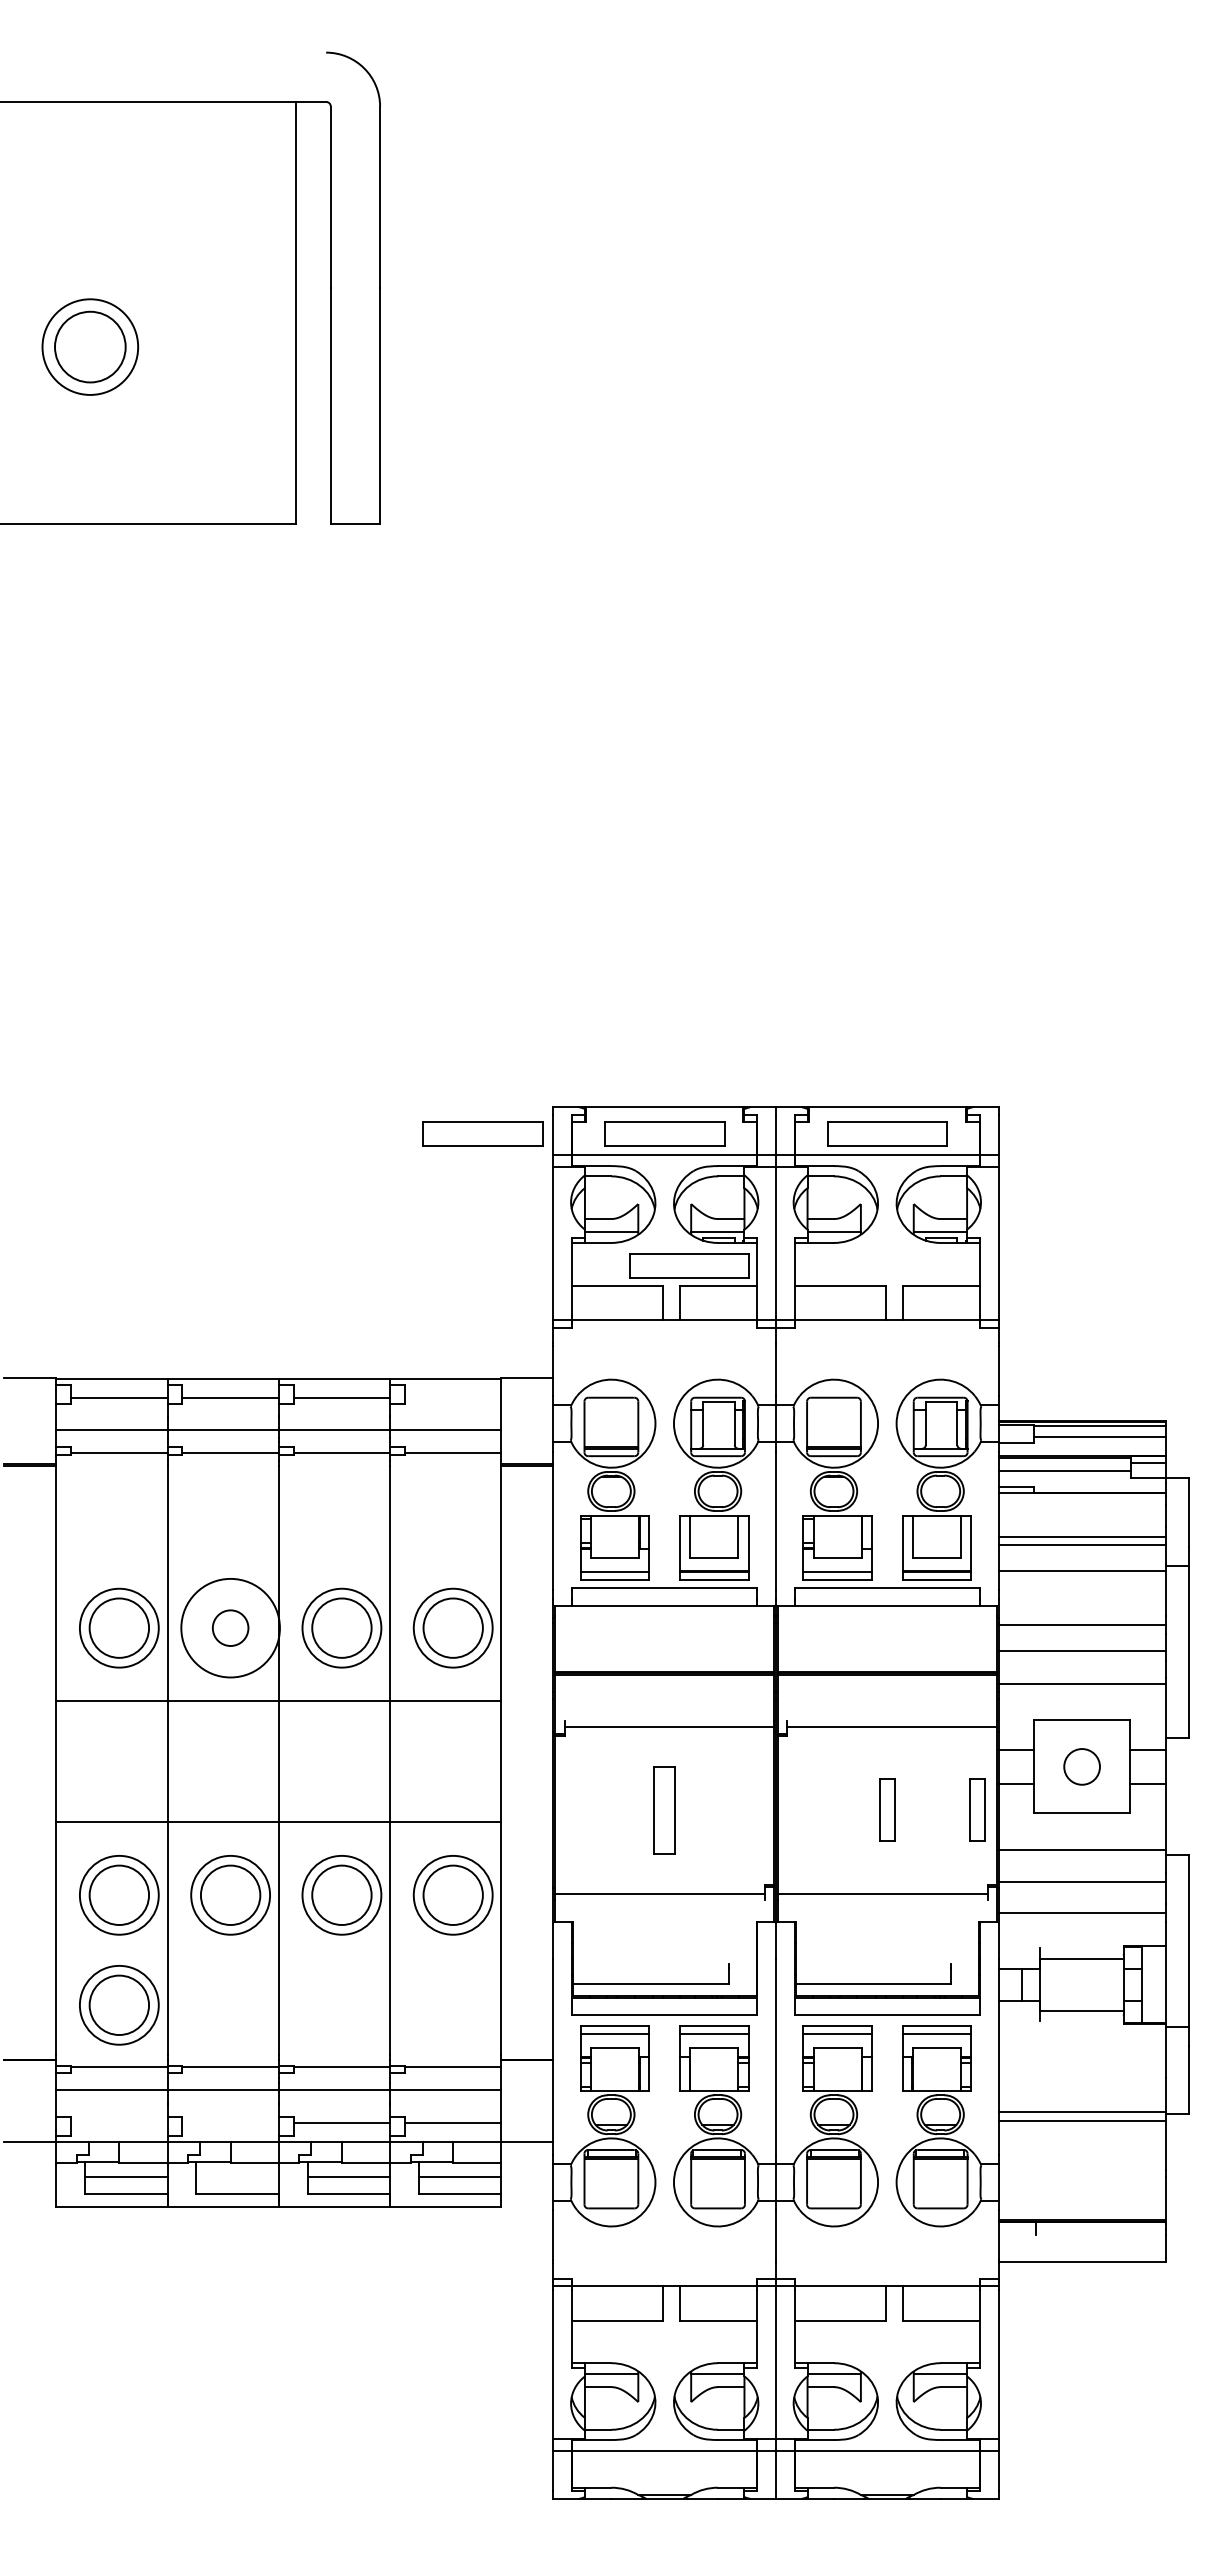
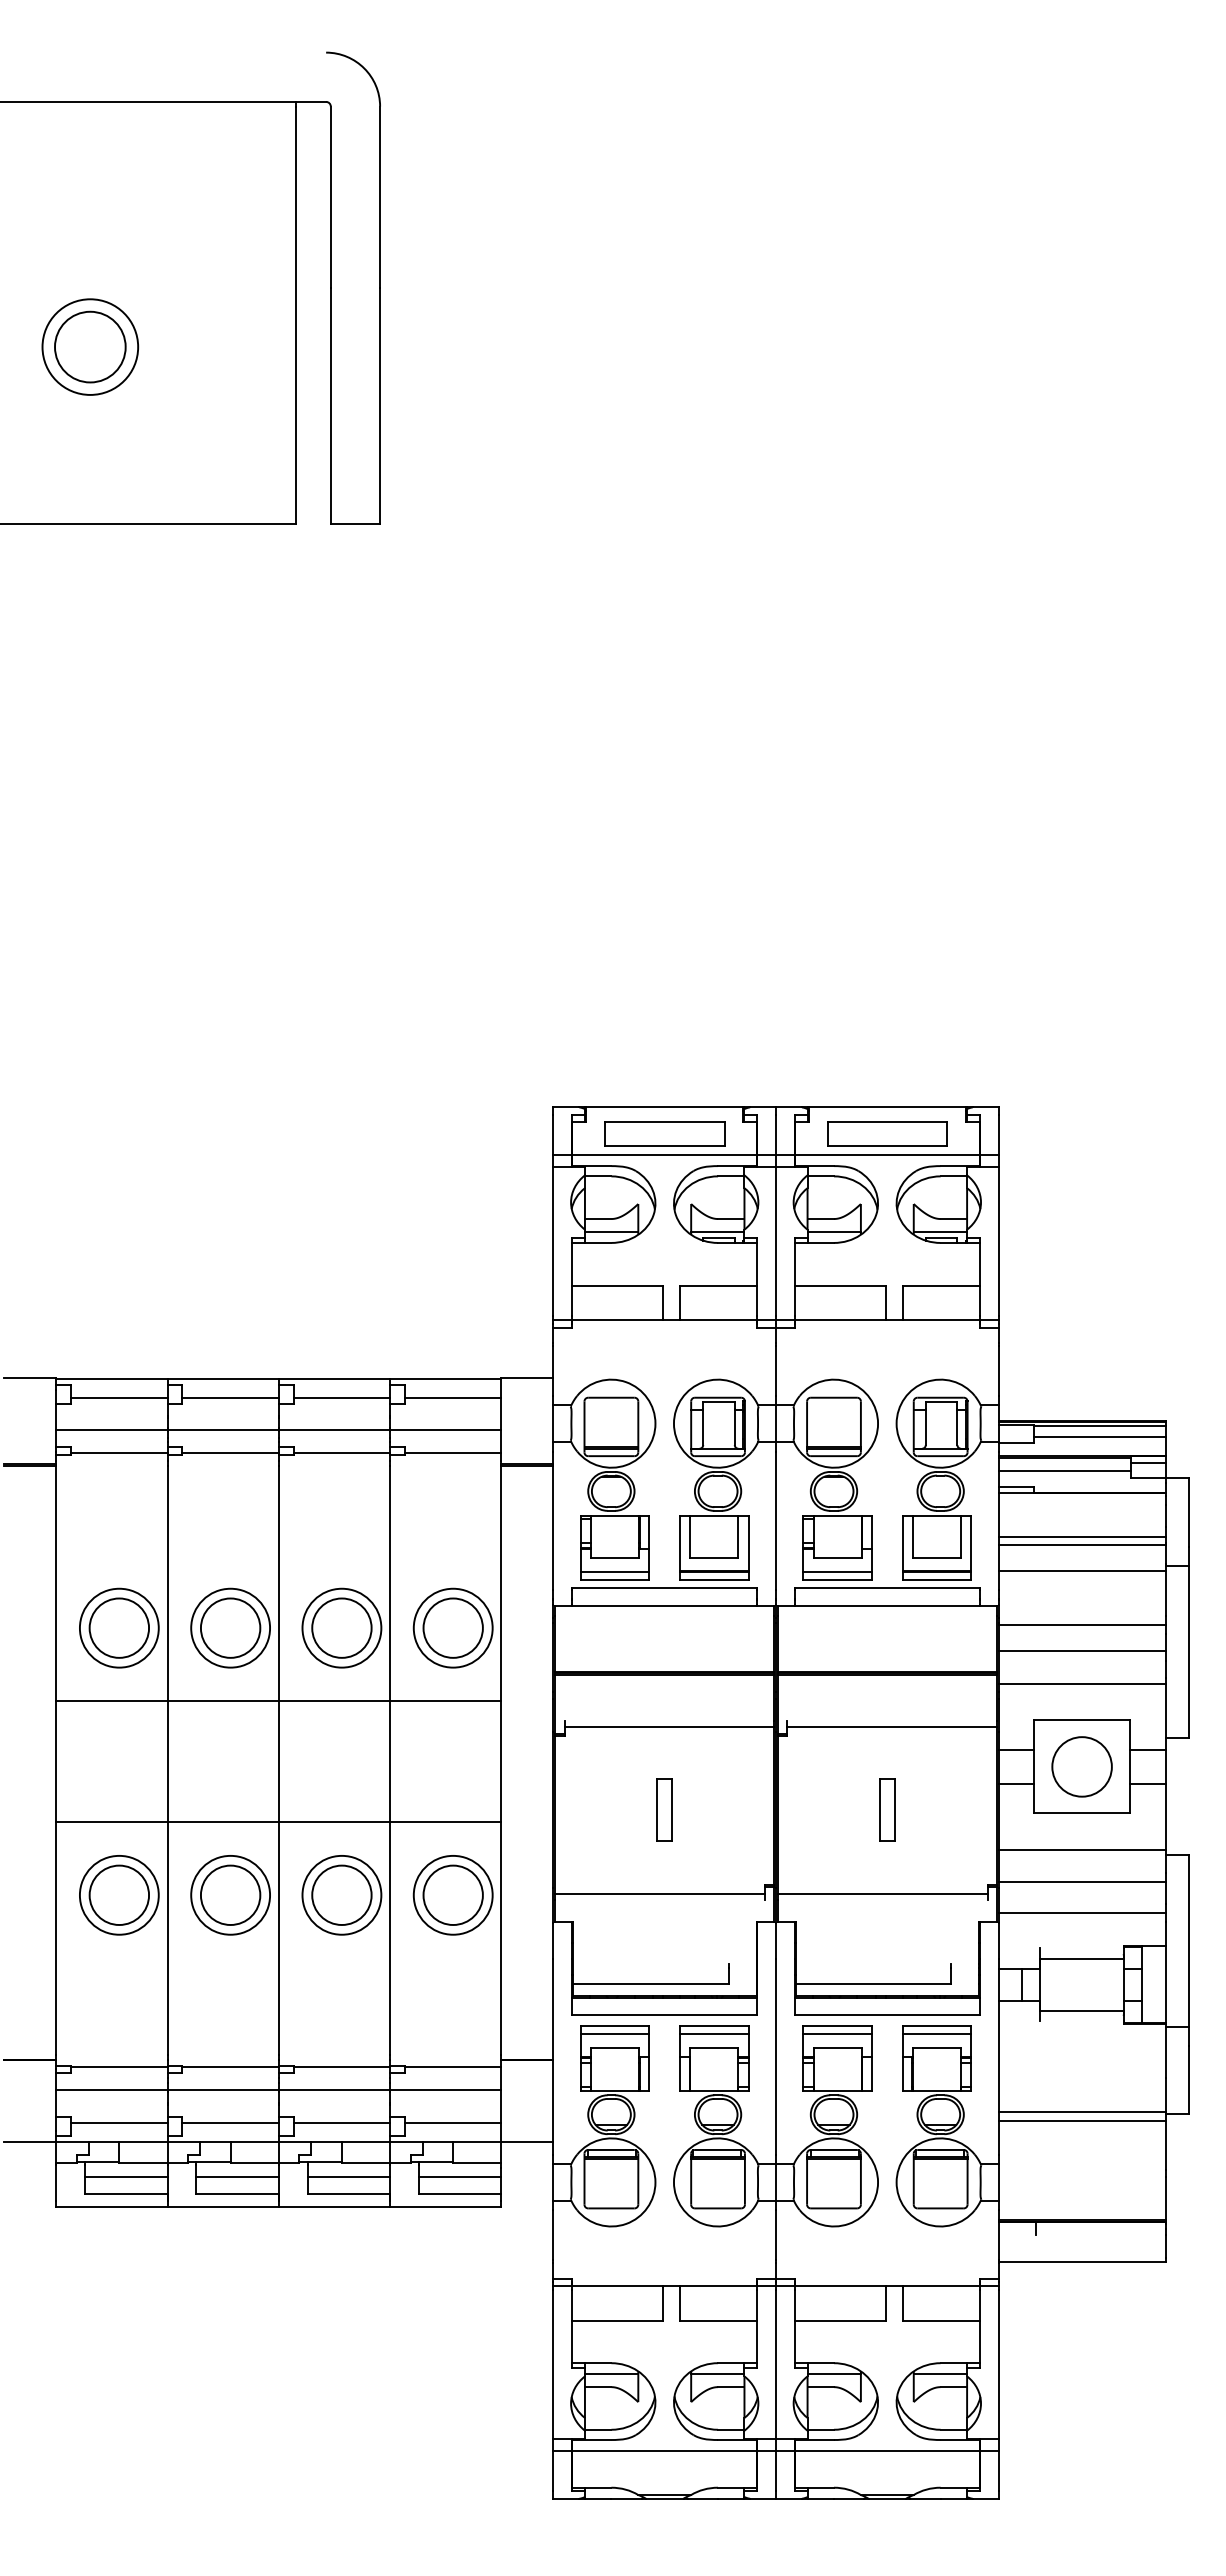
part at (482, 1133): present -> none
part at (689, 1265): present -> none
line at (453, 1397): none -> present
circle at (230, 1627) diameter: 99 px -> 79 px
circle at (230, 1628) diameter: 36 px -> 59 px
circle at (1081, 1766) diameter: 36 px -> 60 px
part at (977, 1809): present -> none
part at (664, 1810) size: 23x89 px -> 17x64 px
part at (119, 2005): present -> none
line at (119, 2122): none -> present
line at (230, 2122): none -> present
line at (237, 2176): none -> present
